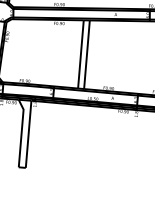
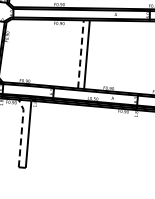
line at (80, 53): solid -> dashed
line at (21, 132): solid -> dashed
